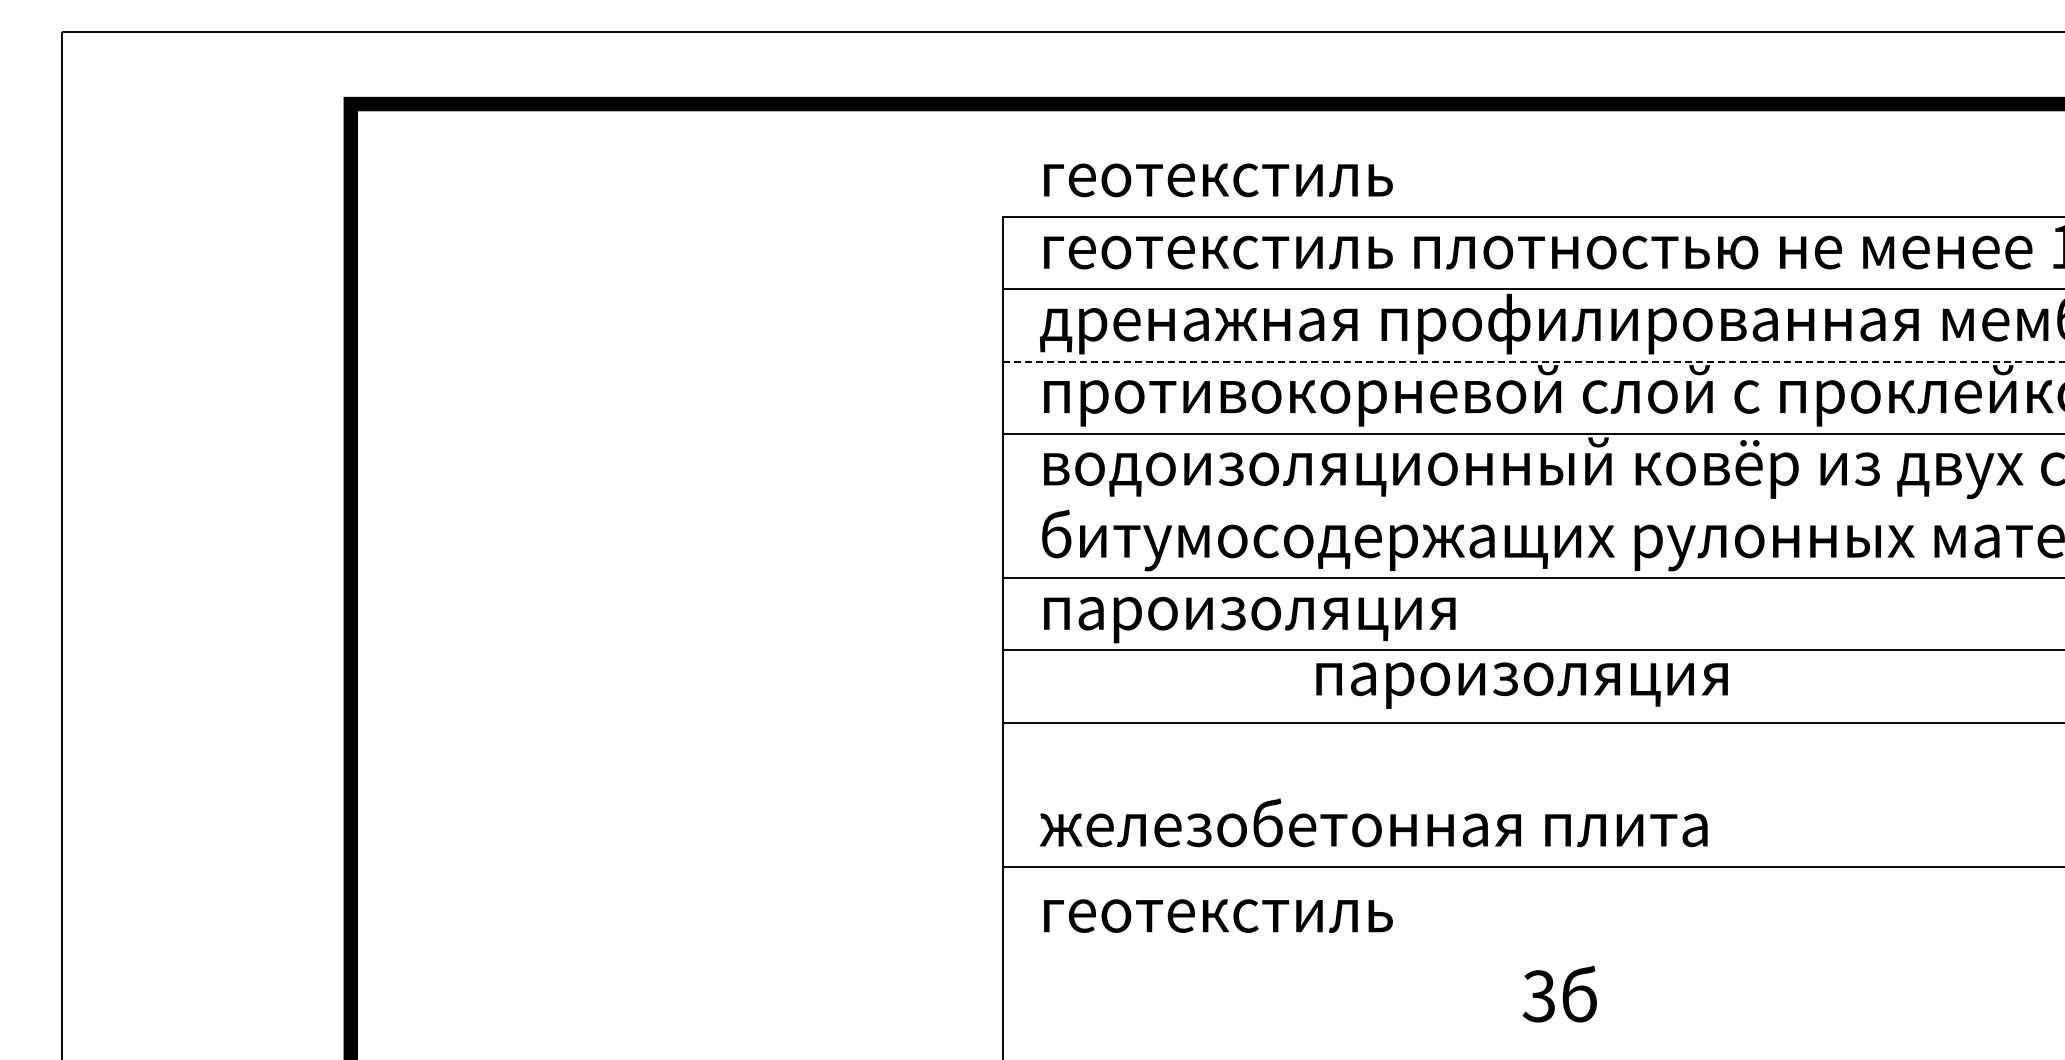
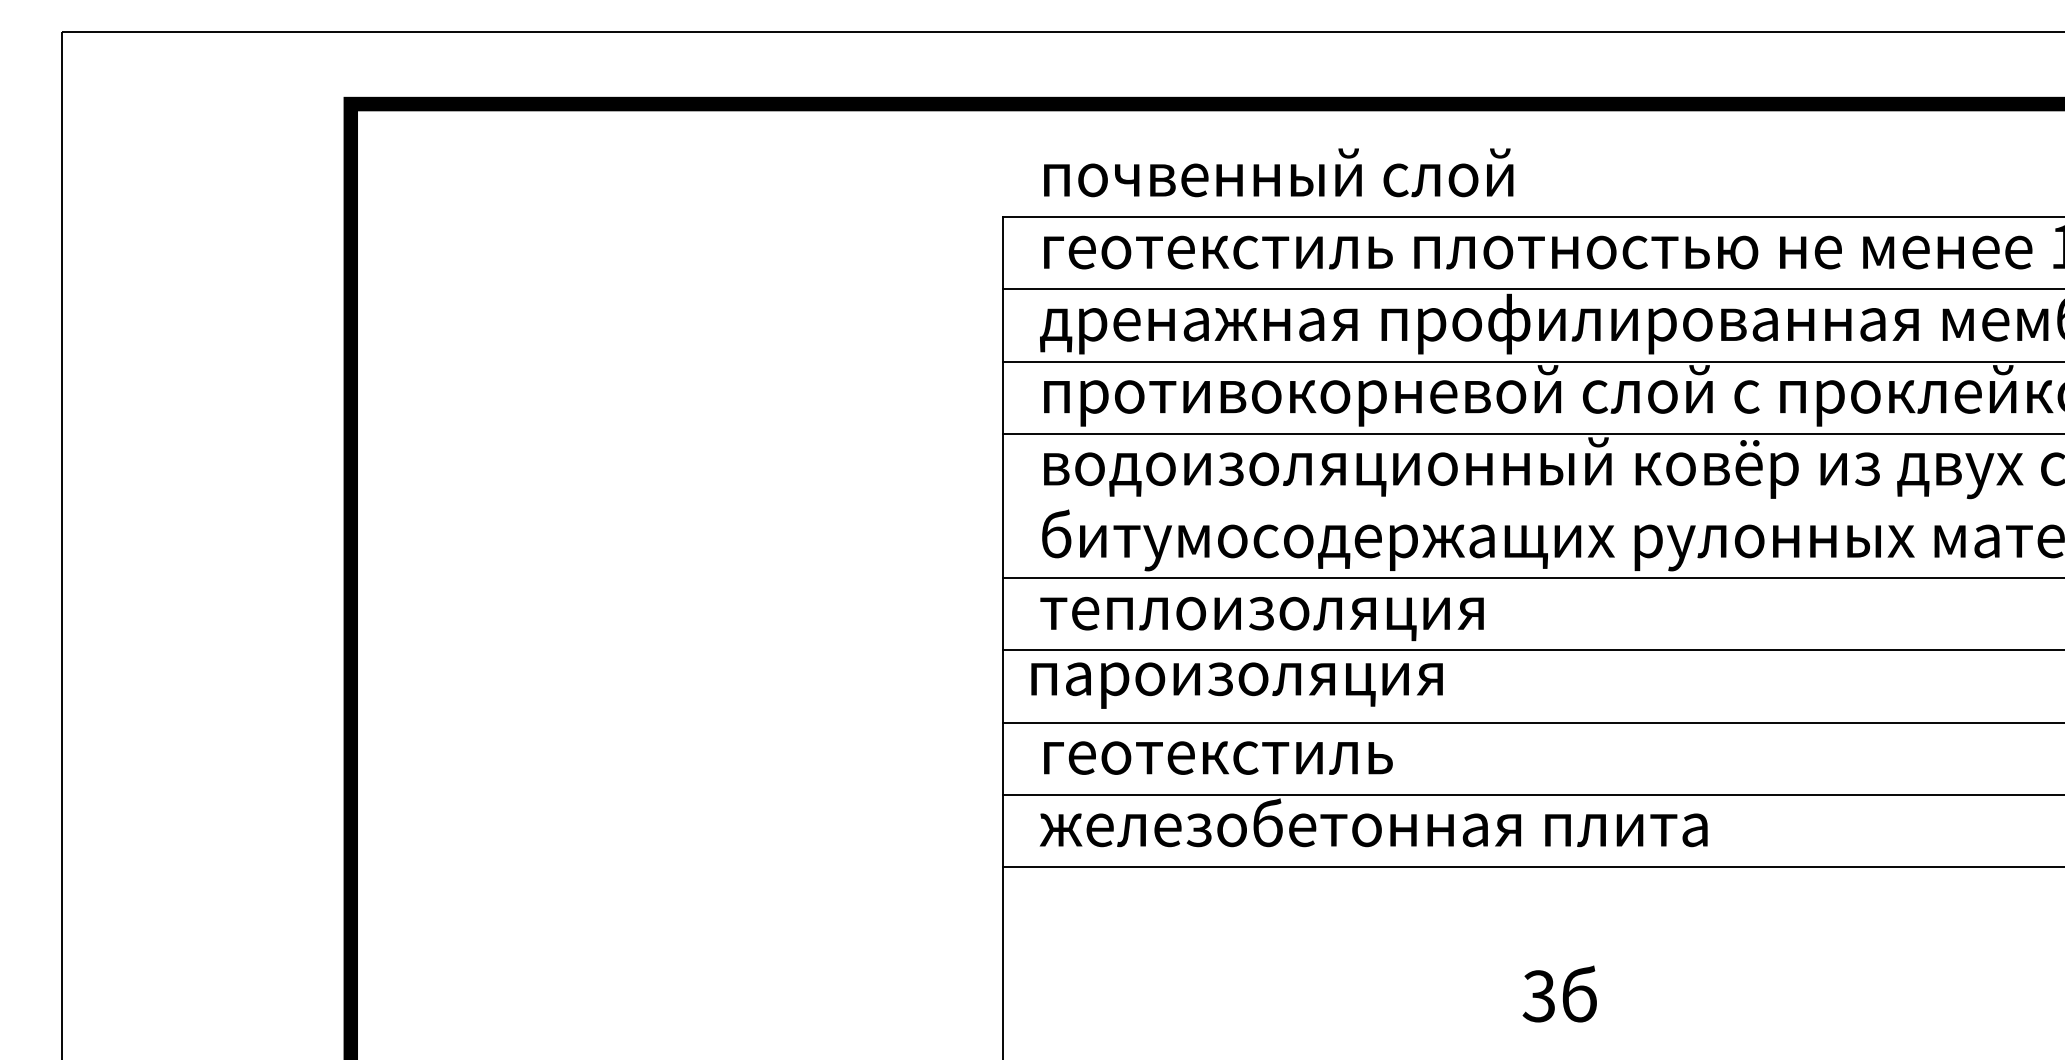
text at (1288, 172): геотекстиль -> почвенный слой
line at (1534, 361): dashed -> solid
text at (1261, 619): пароизоляция -> теплоизоляция
text at (1521, 685) position: (1521, 685) -> (1236, 685)
line at (1532, 794): none -> present
text at (1218, 915) position: (1218, 915) -> (1218, 757)
